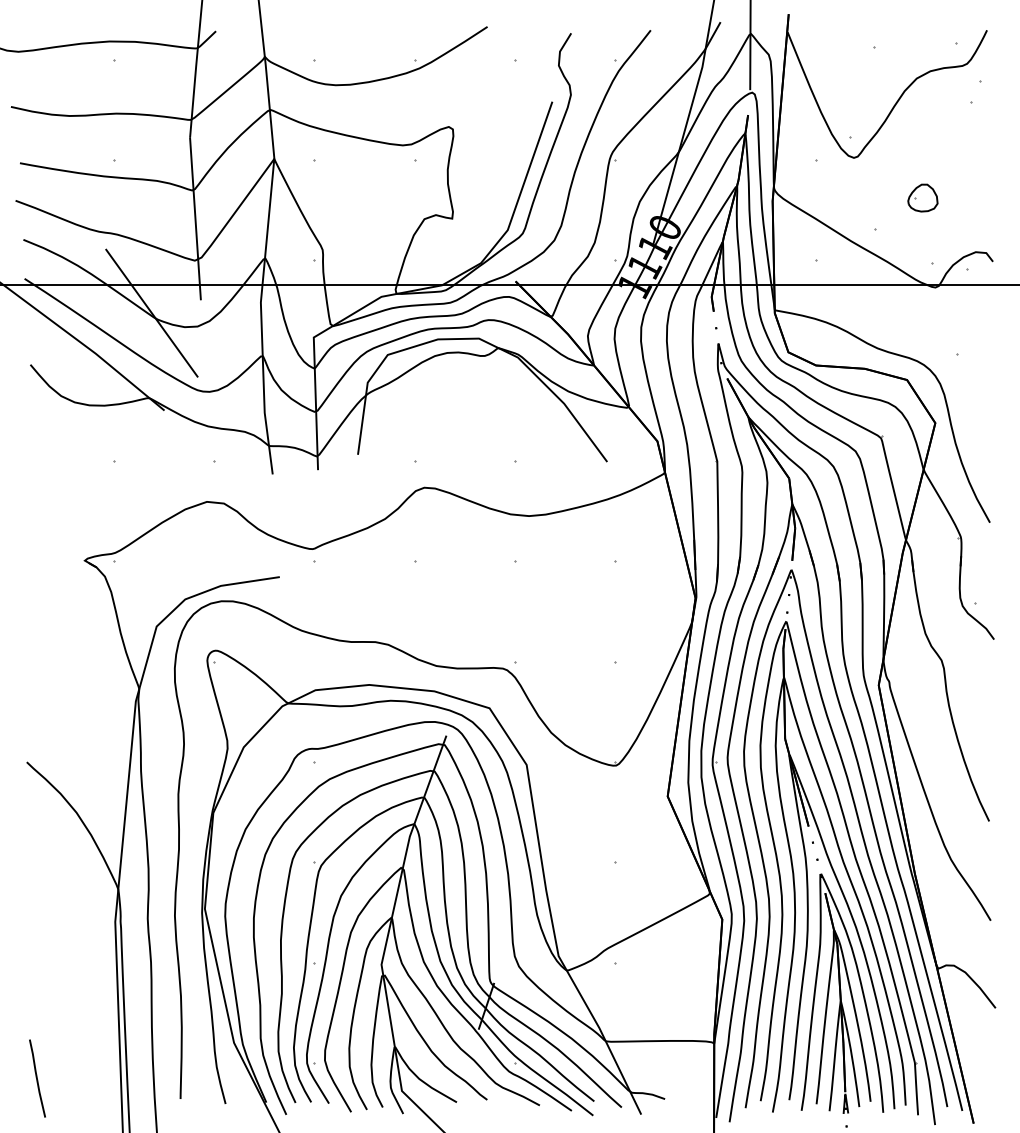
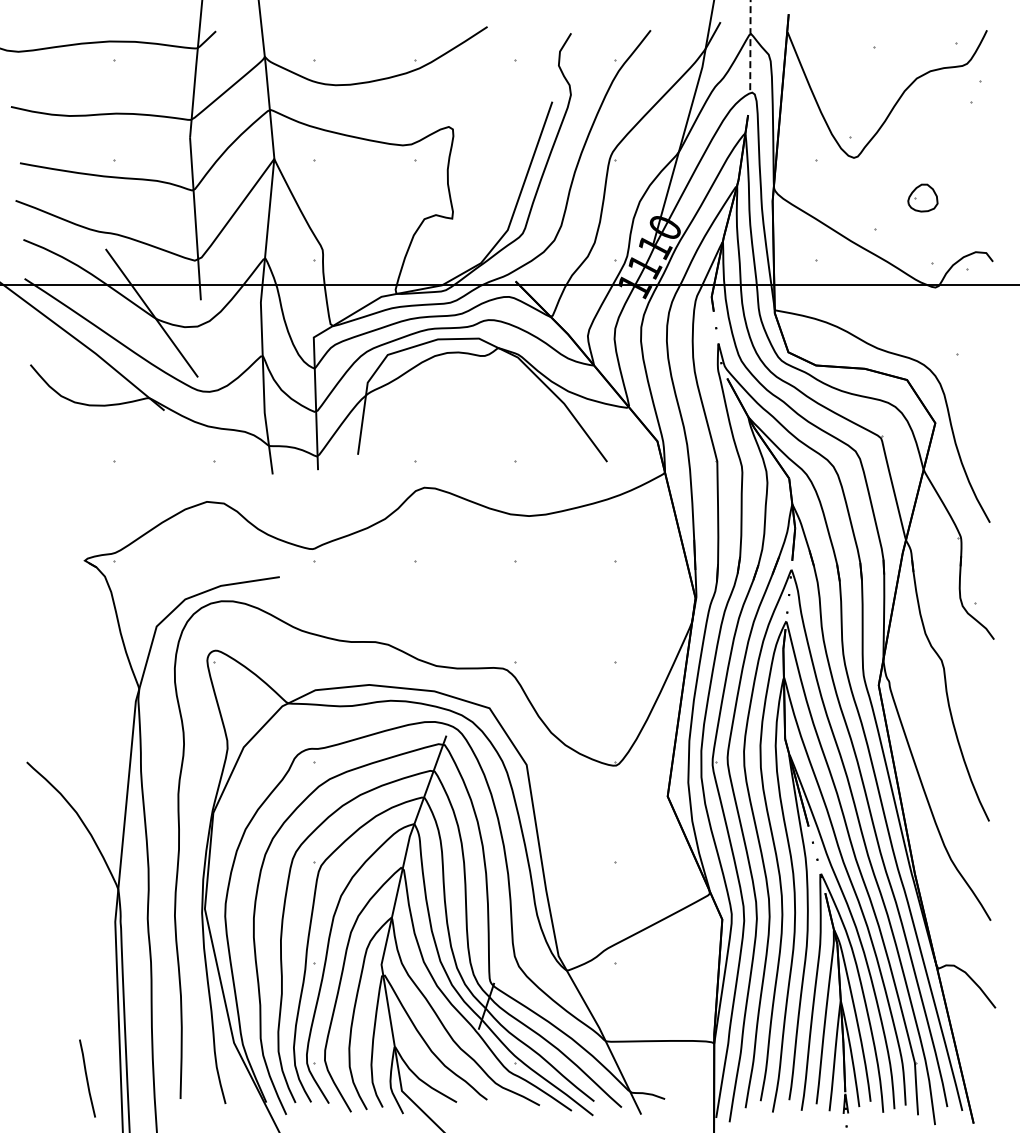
line at (750, 45): solid -> dashed
line at (37, 1078) position: (37, 1078) -> (87, 1078)
